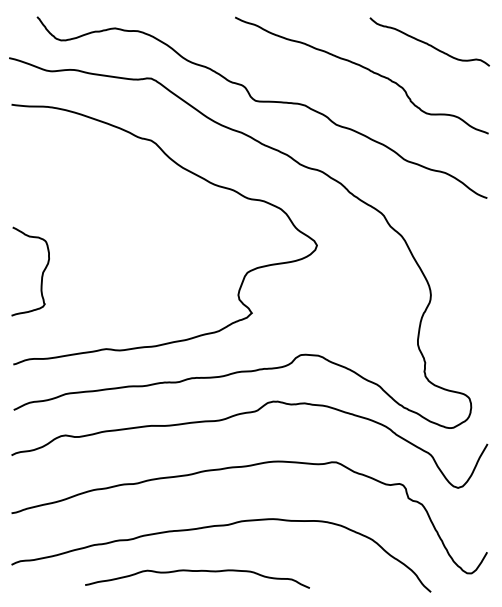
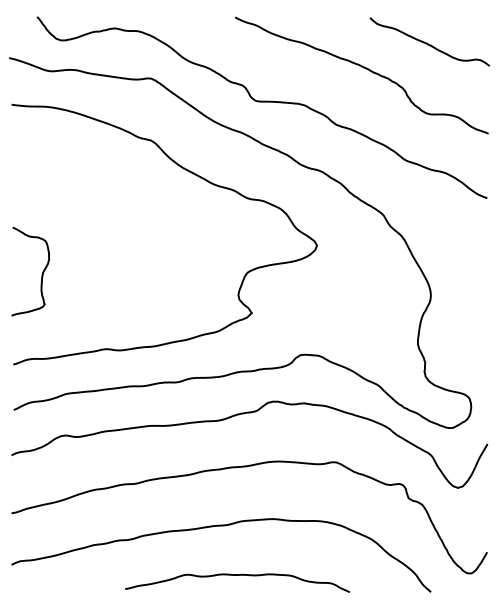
curve at (197, 571) position: (197, 571) -> (237, 575)
